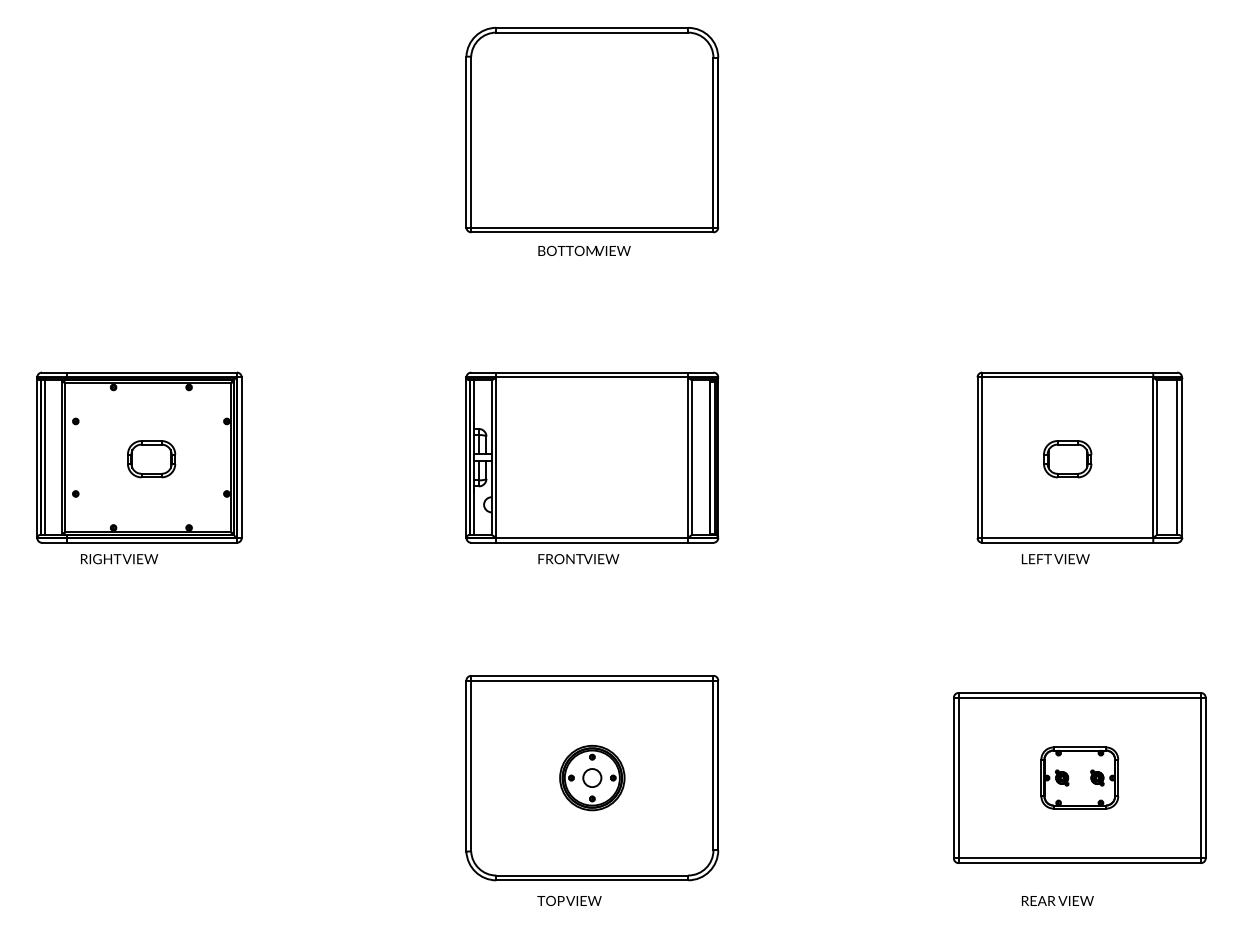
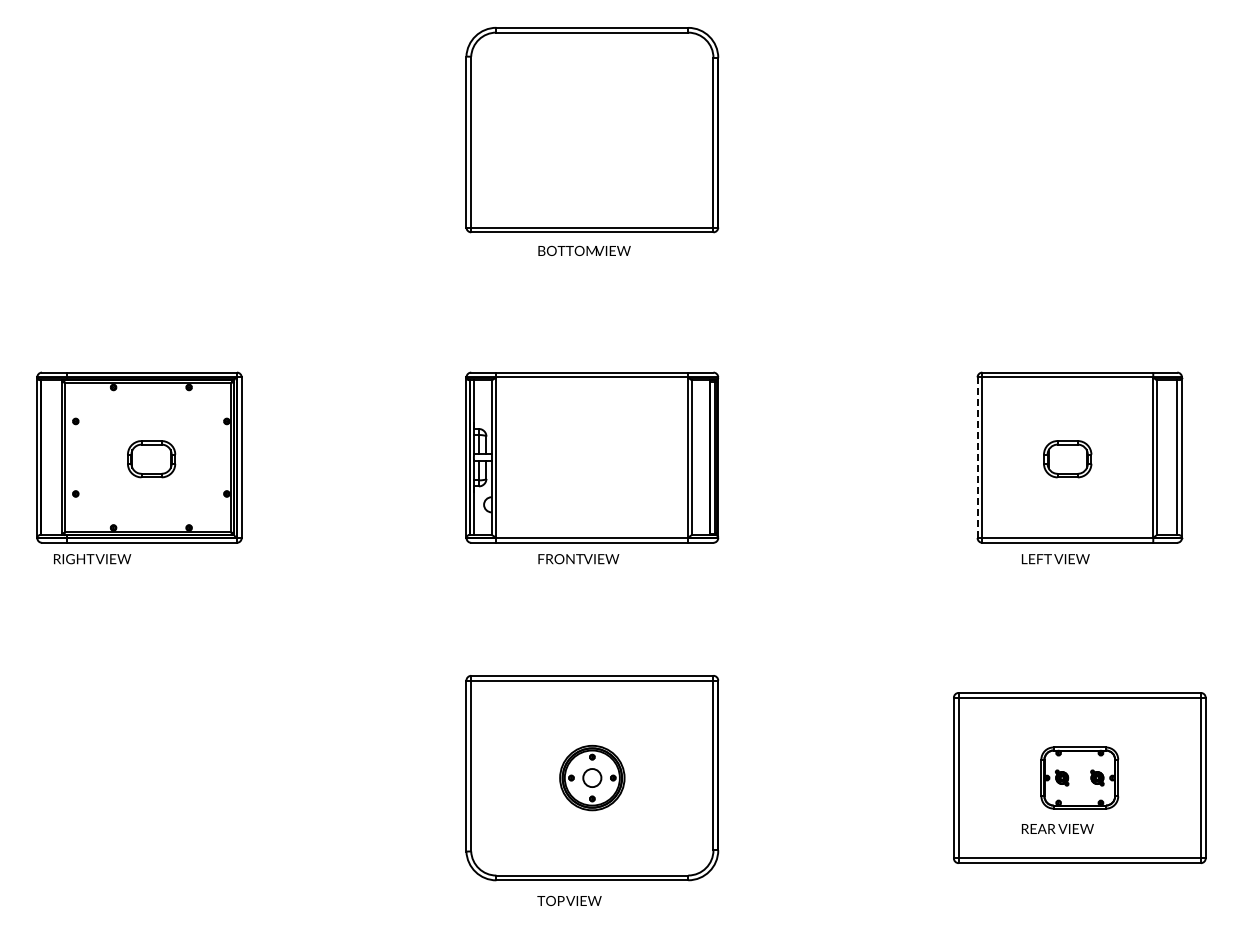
line at (44, 457): present -> none
line at (977, 457): solid -> dashed
text at (119, 559) position: (119, 559) -> (92, 559)
text at (1057, 900) position: (1057, 900) -> (1057, 828)
